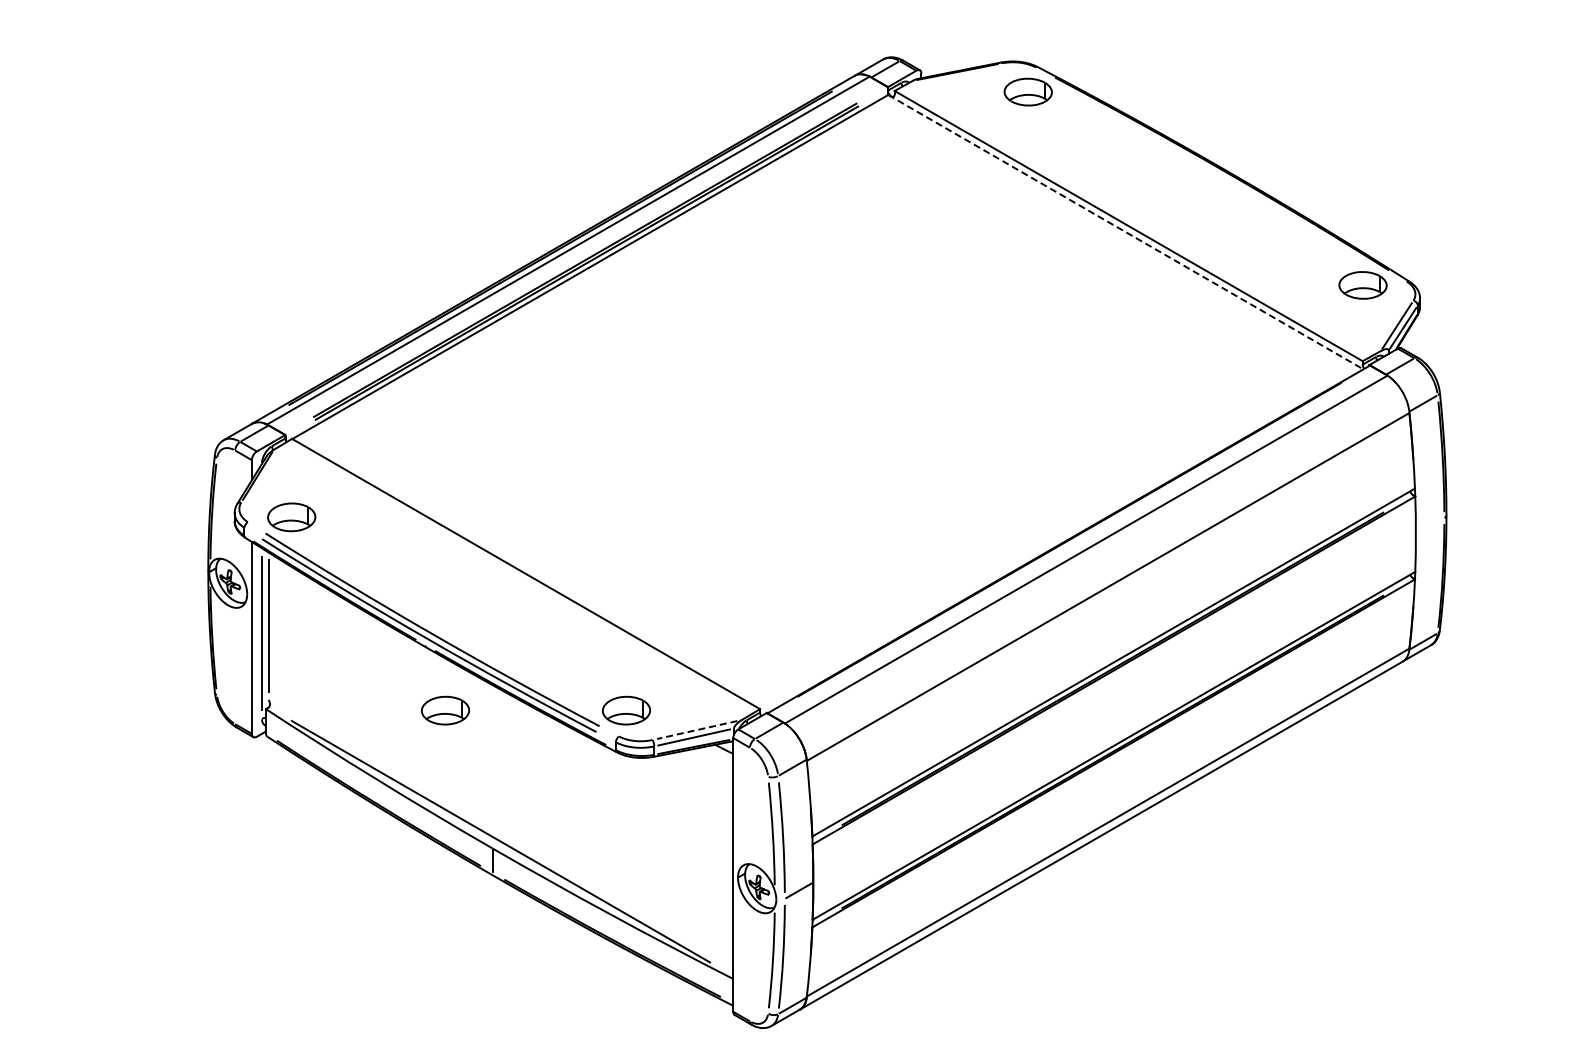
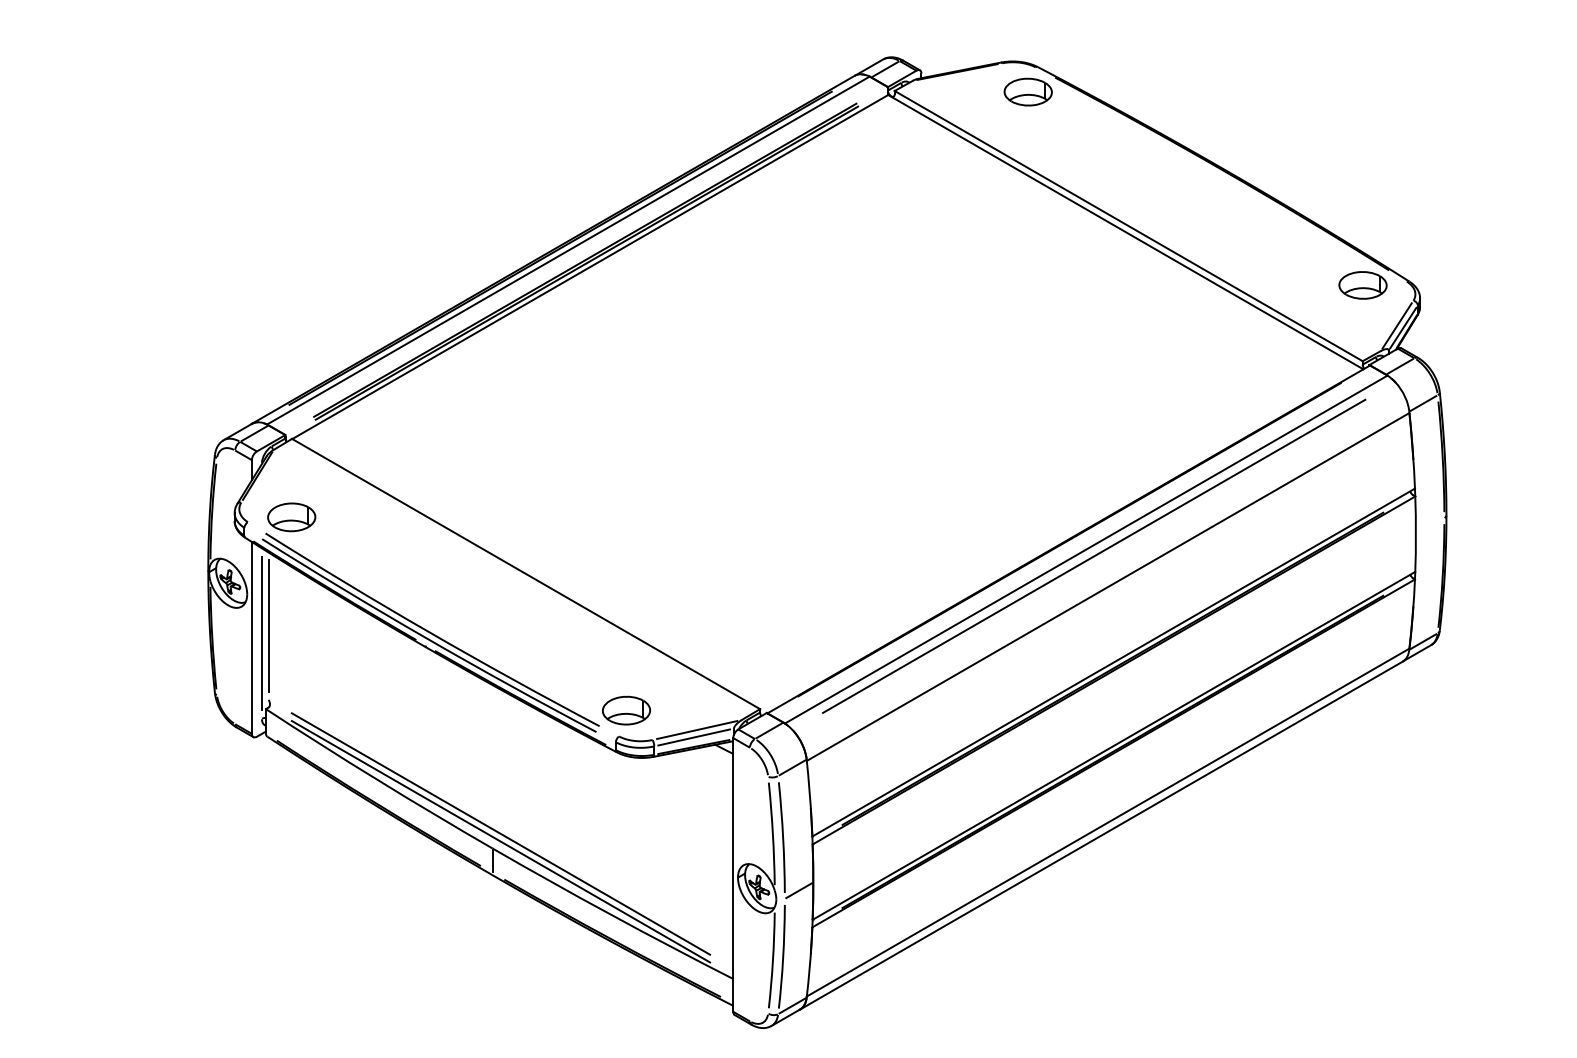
line at (1126, 232): dashed -> solid
line at (1093, 555): none -> present
part at (445, 710): present -> none
line at (696, 730): dashed -> solid
line at (500, 833): none -> present
